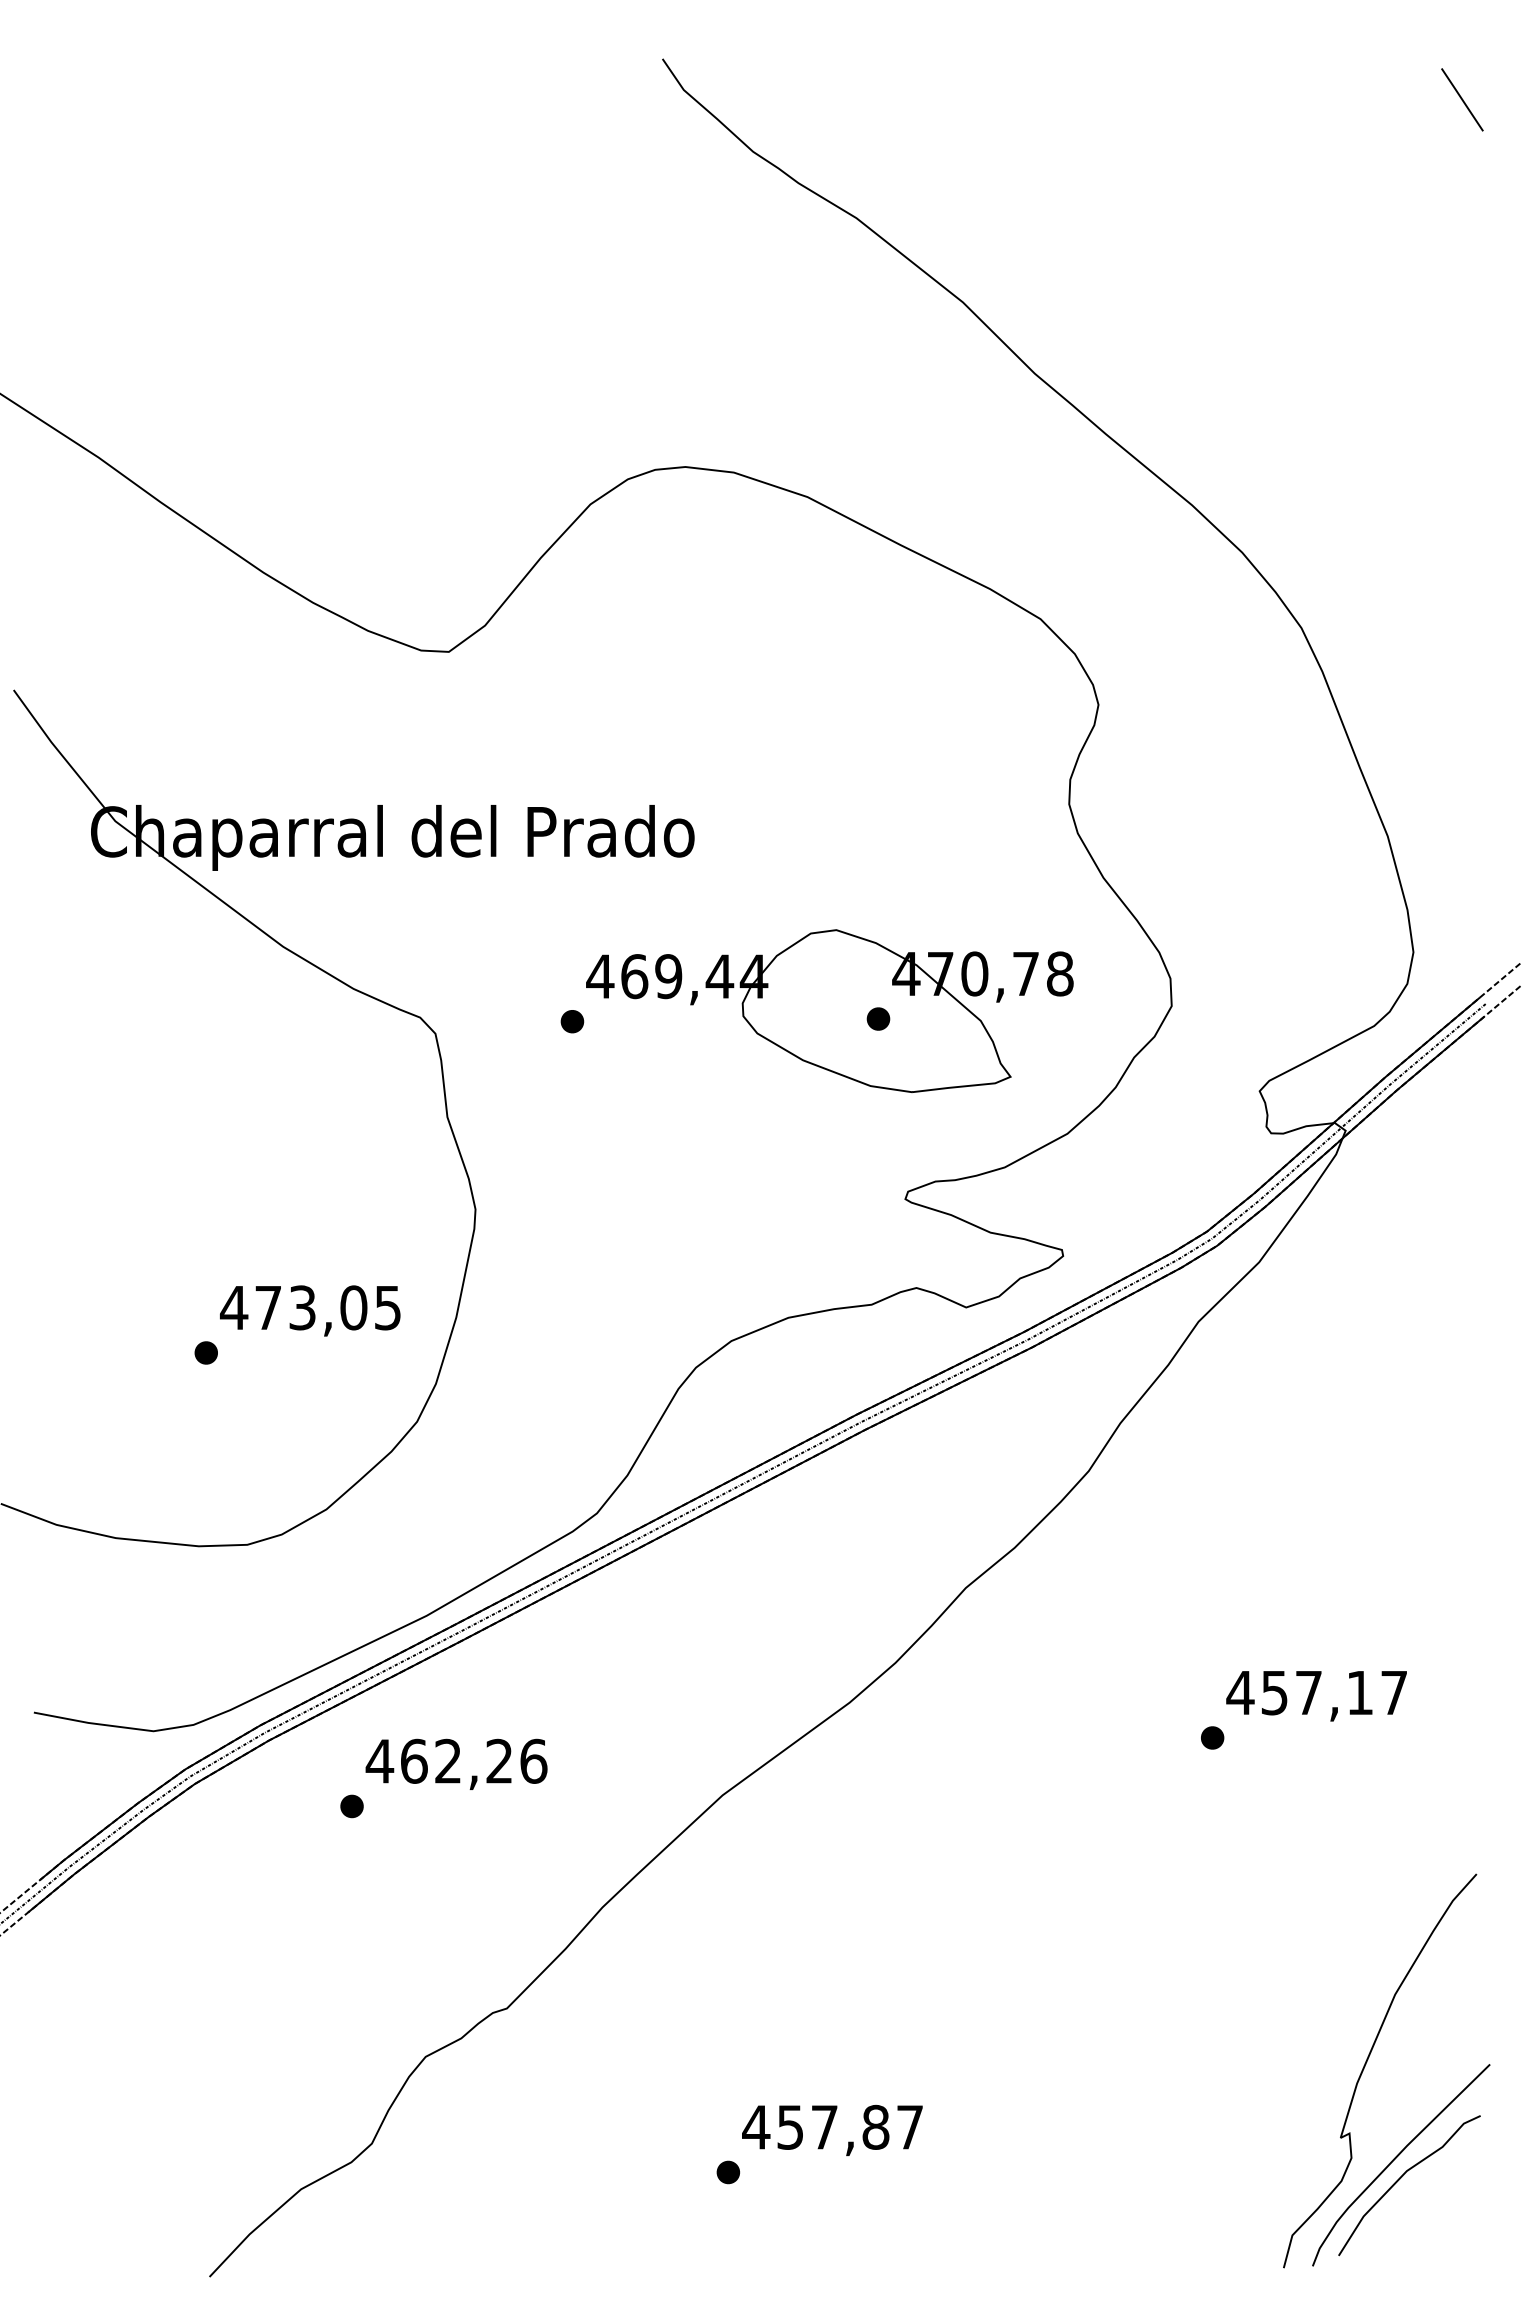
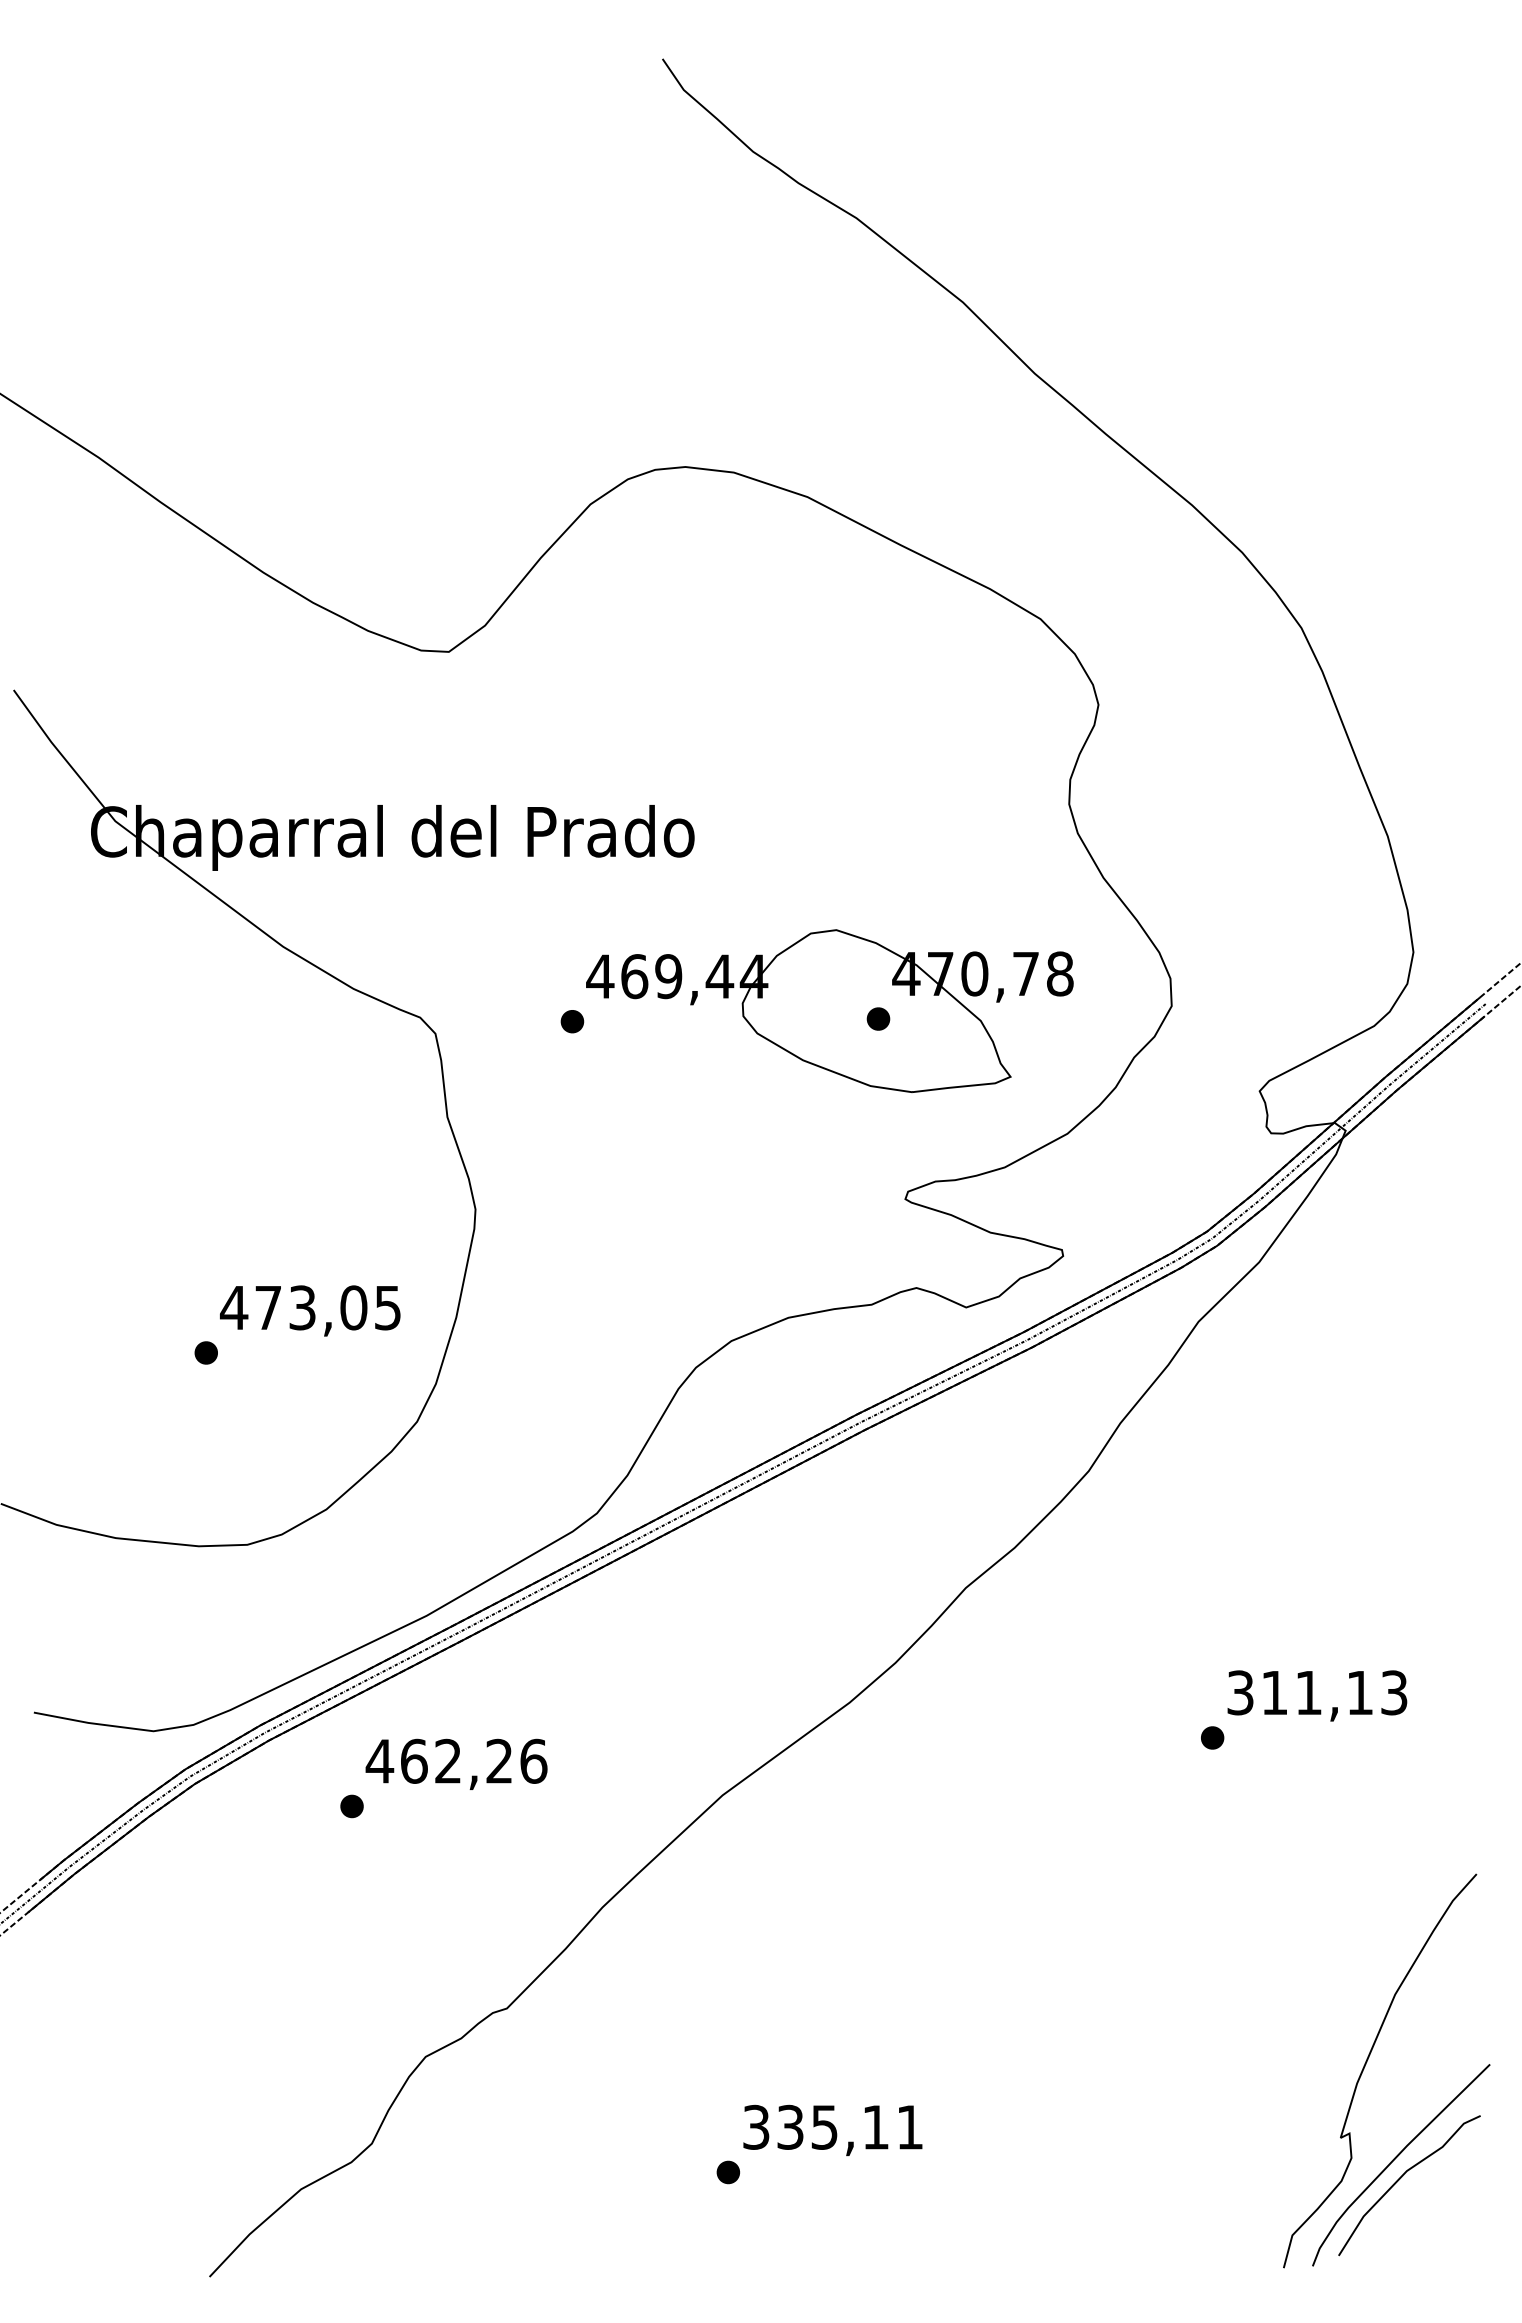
line at (1462, 99): present -> none
text at (1316, 1692): 457,17 -> 311,13
text at (832, 2126): 457,87 -> 335,11
